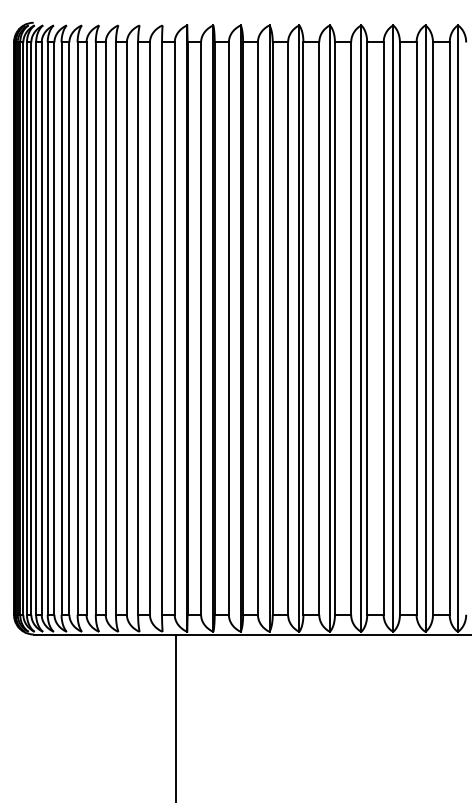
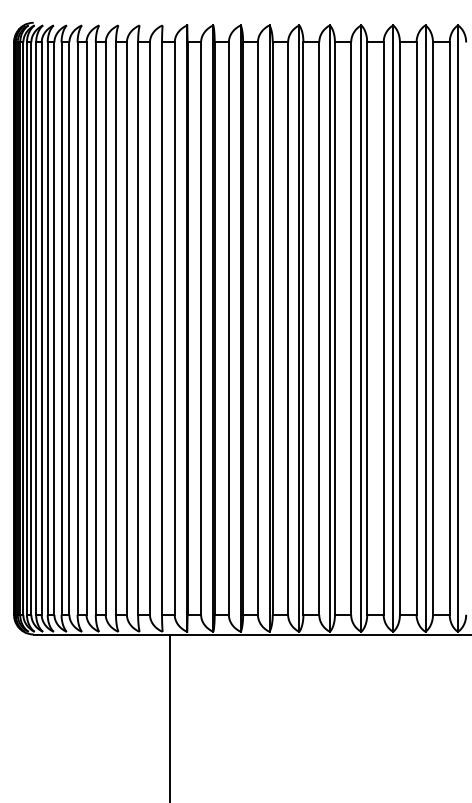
line at (176, 716) position: (176, 716) -> (170, 716)
